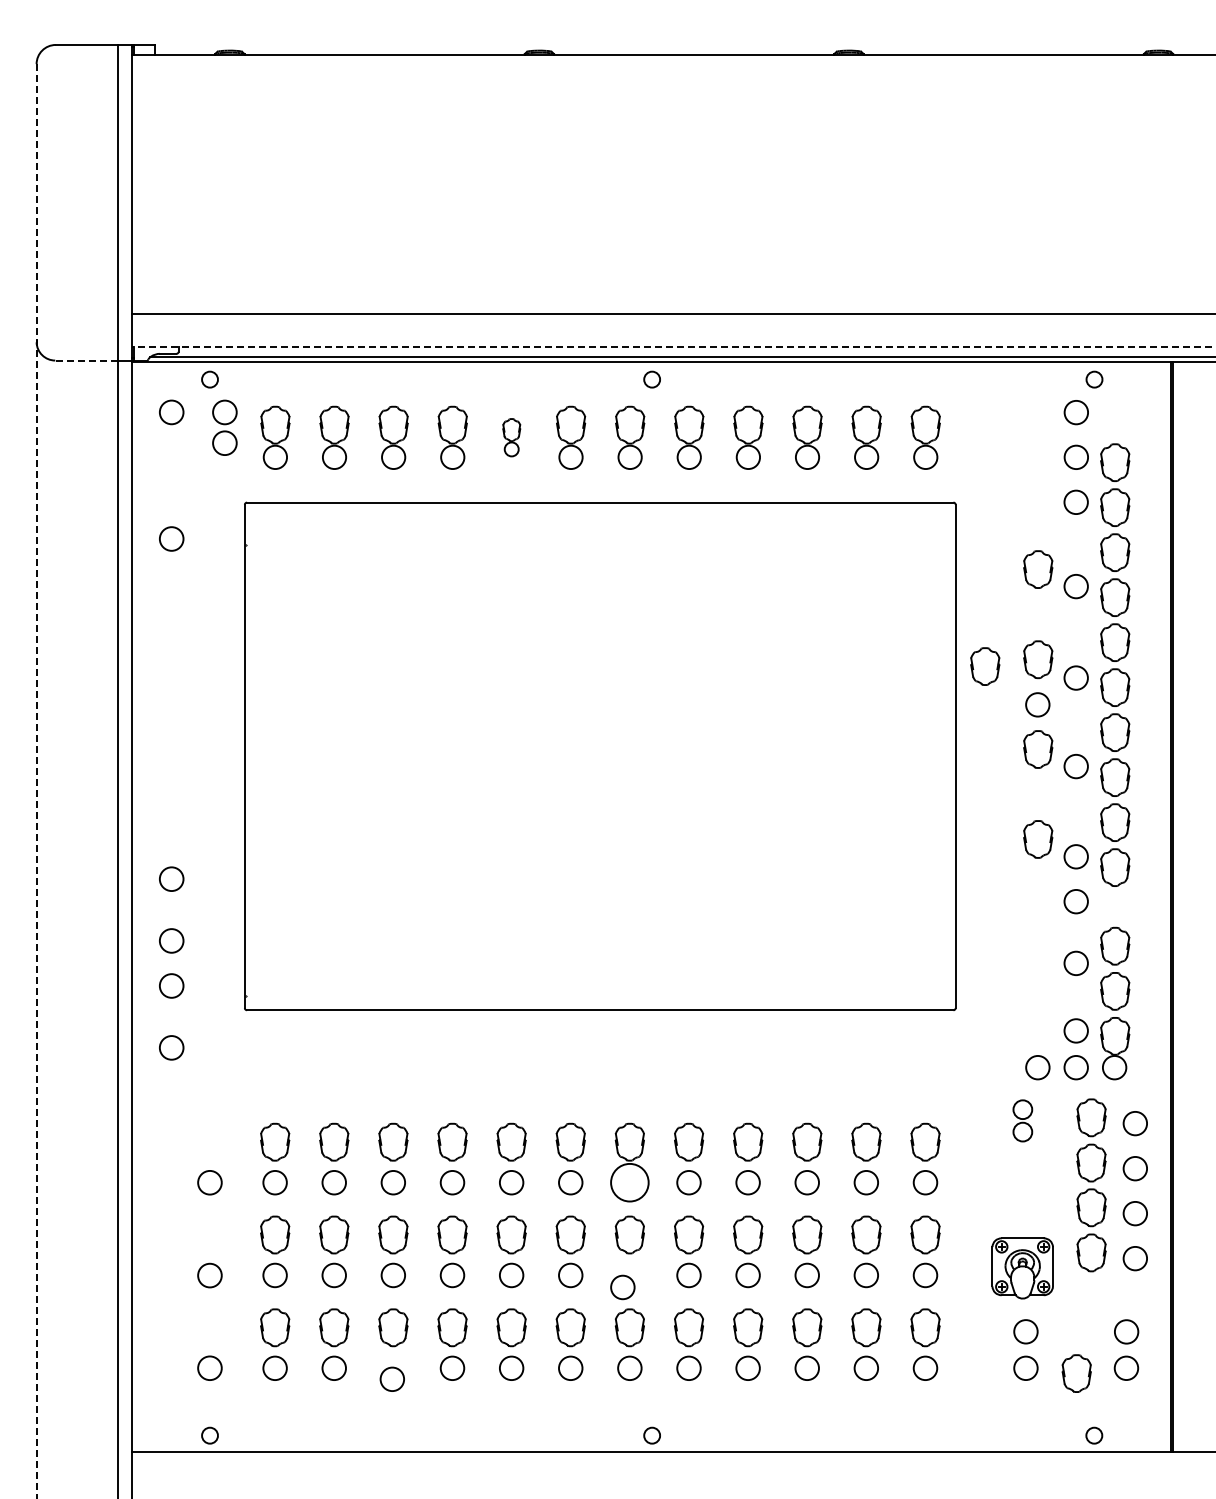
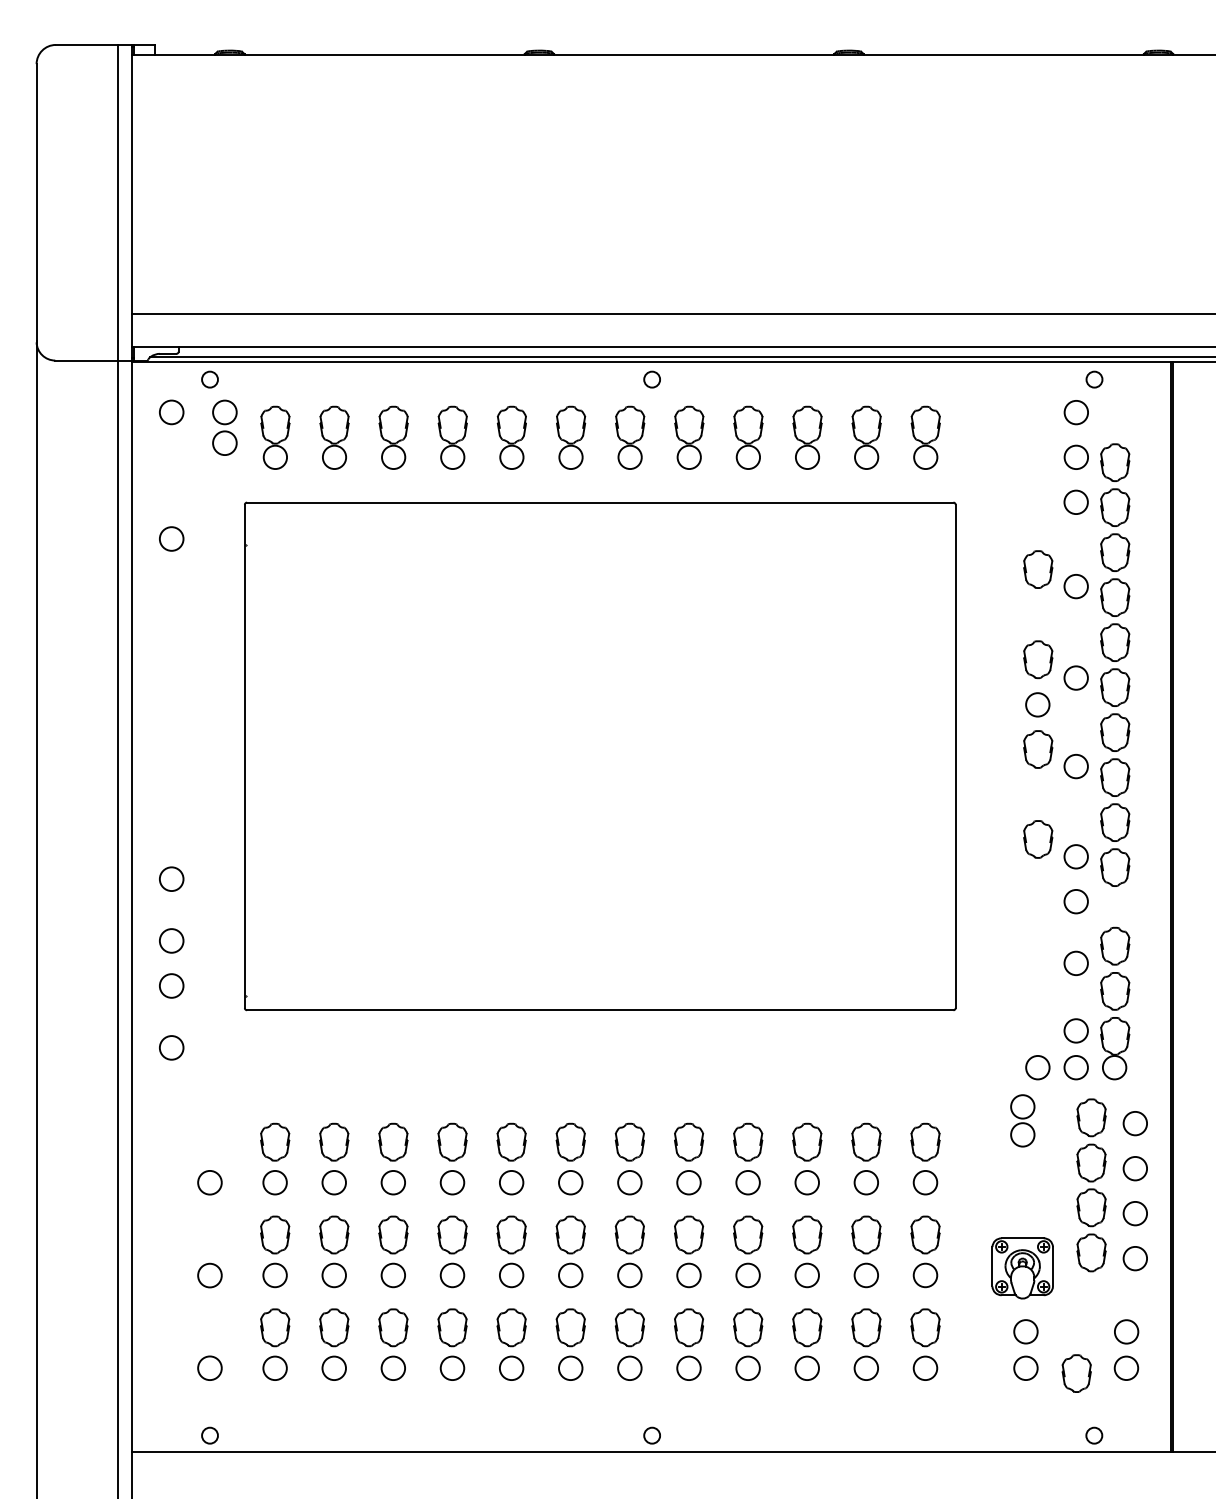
line at (673, 347): dashed -> solid
line at (86, 360): dashed -> solid
part at (511, 437) size: 20x40 px -> 31x65 px
part at (985, 666): present -> none
line at (36, 781): dashed -> solid
part at (1022, 1120) size: 22x44 px -> 26x54 px
circle at (629, 1182) diameter: 38 px -> 24 px
circle at (622, 1287) position: (622, 1287) -> (629, 1275)
circle at (391, 1378) position: (391, 1378) -> (392, 1367)
